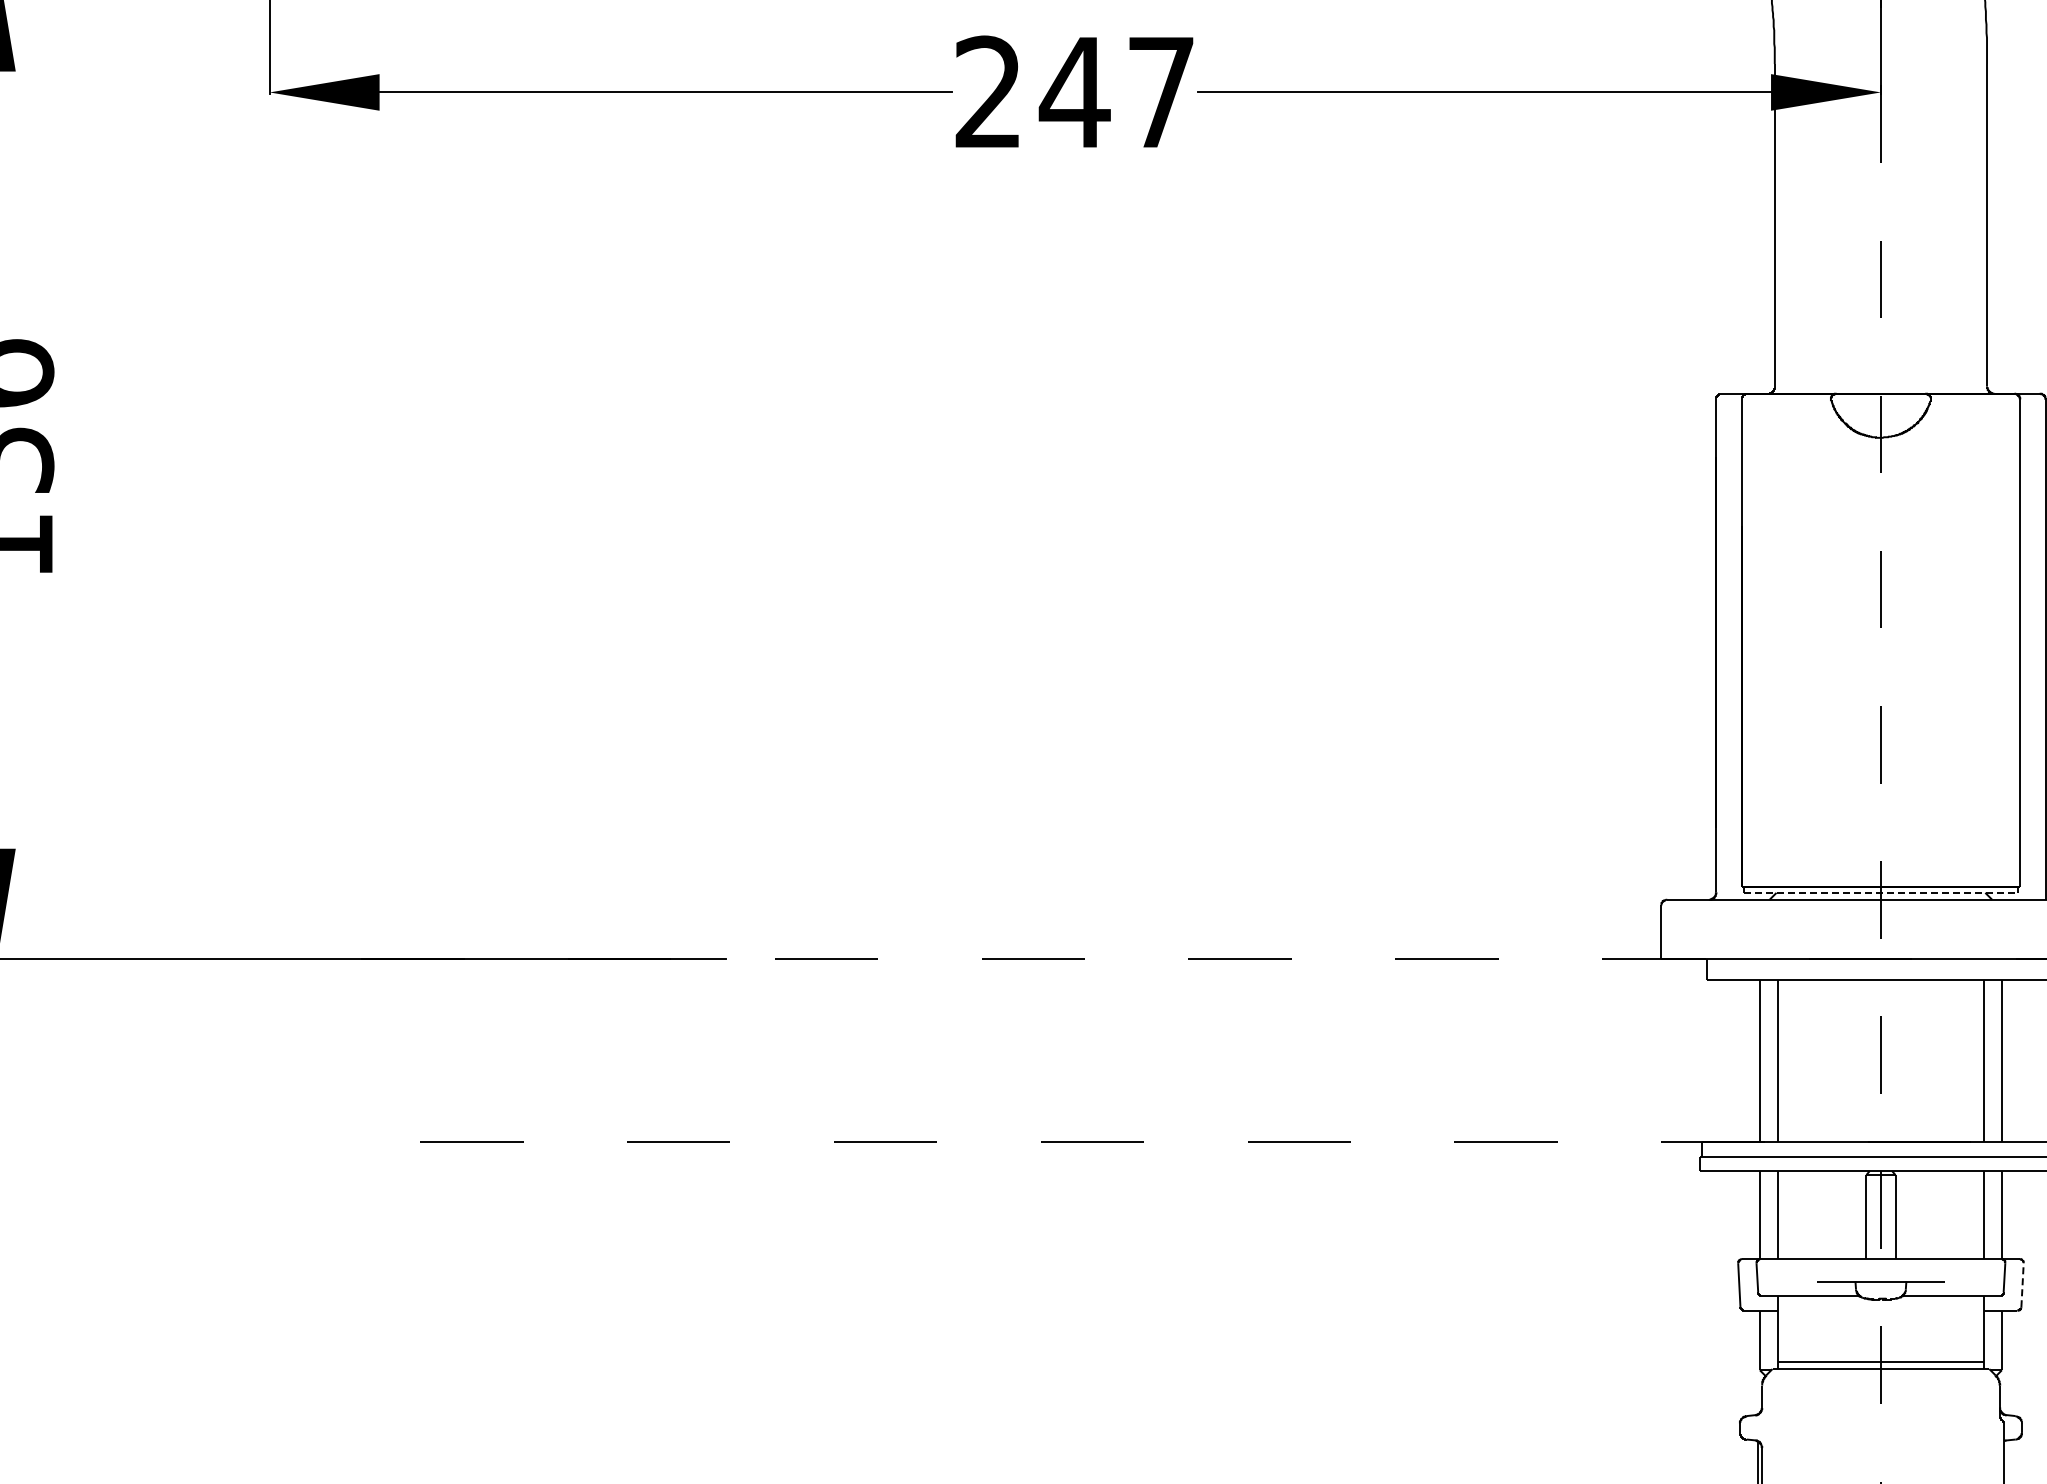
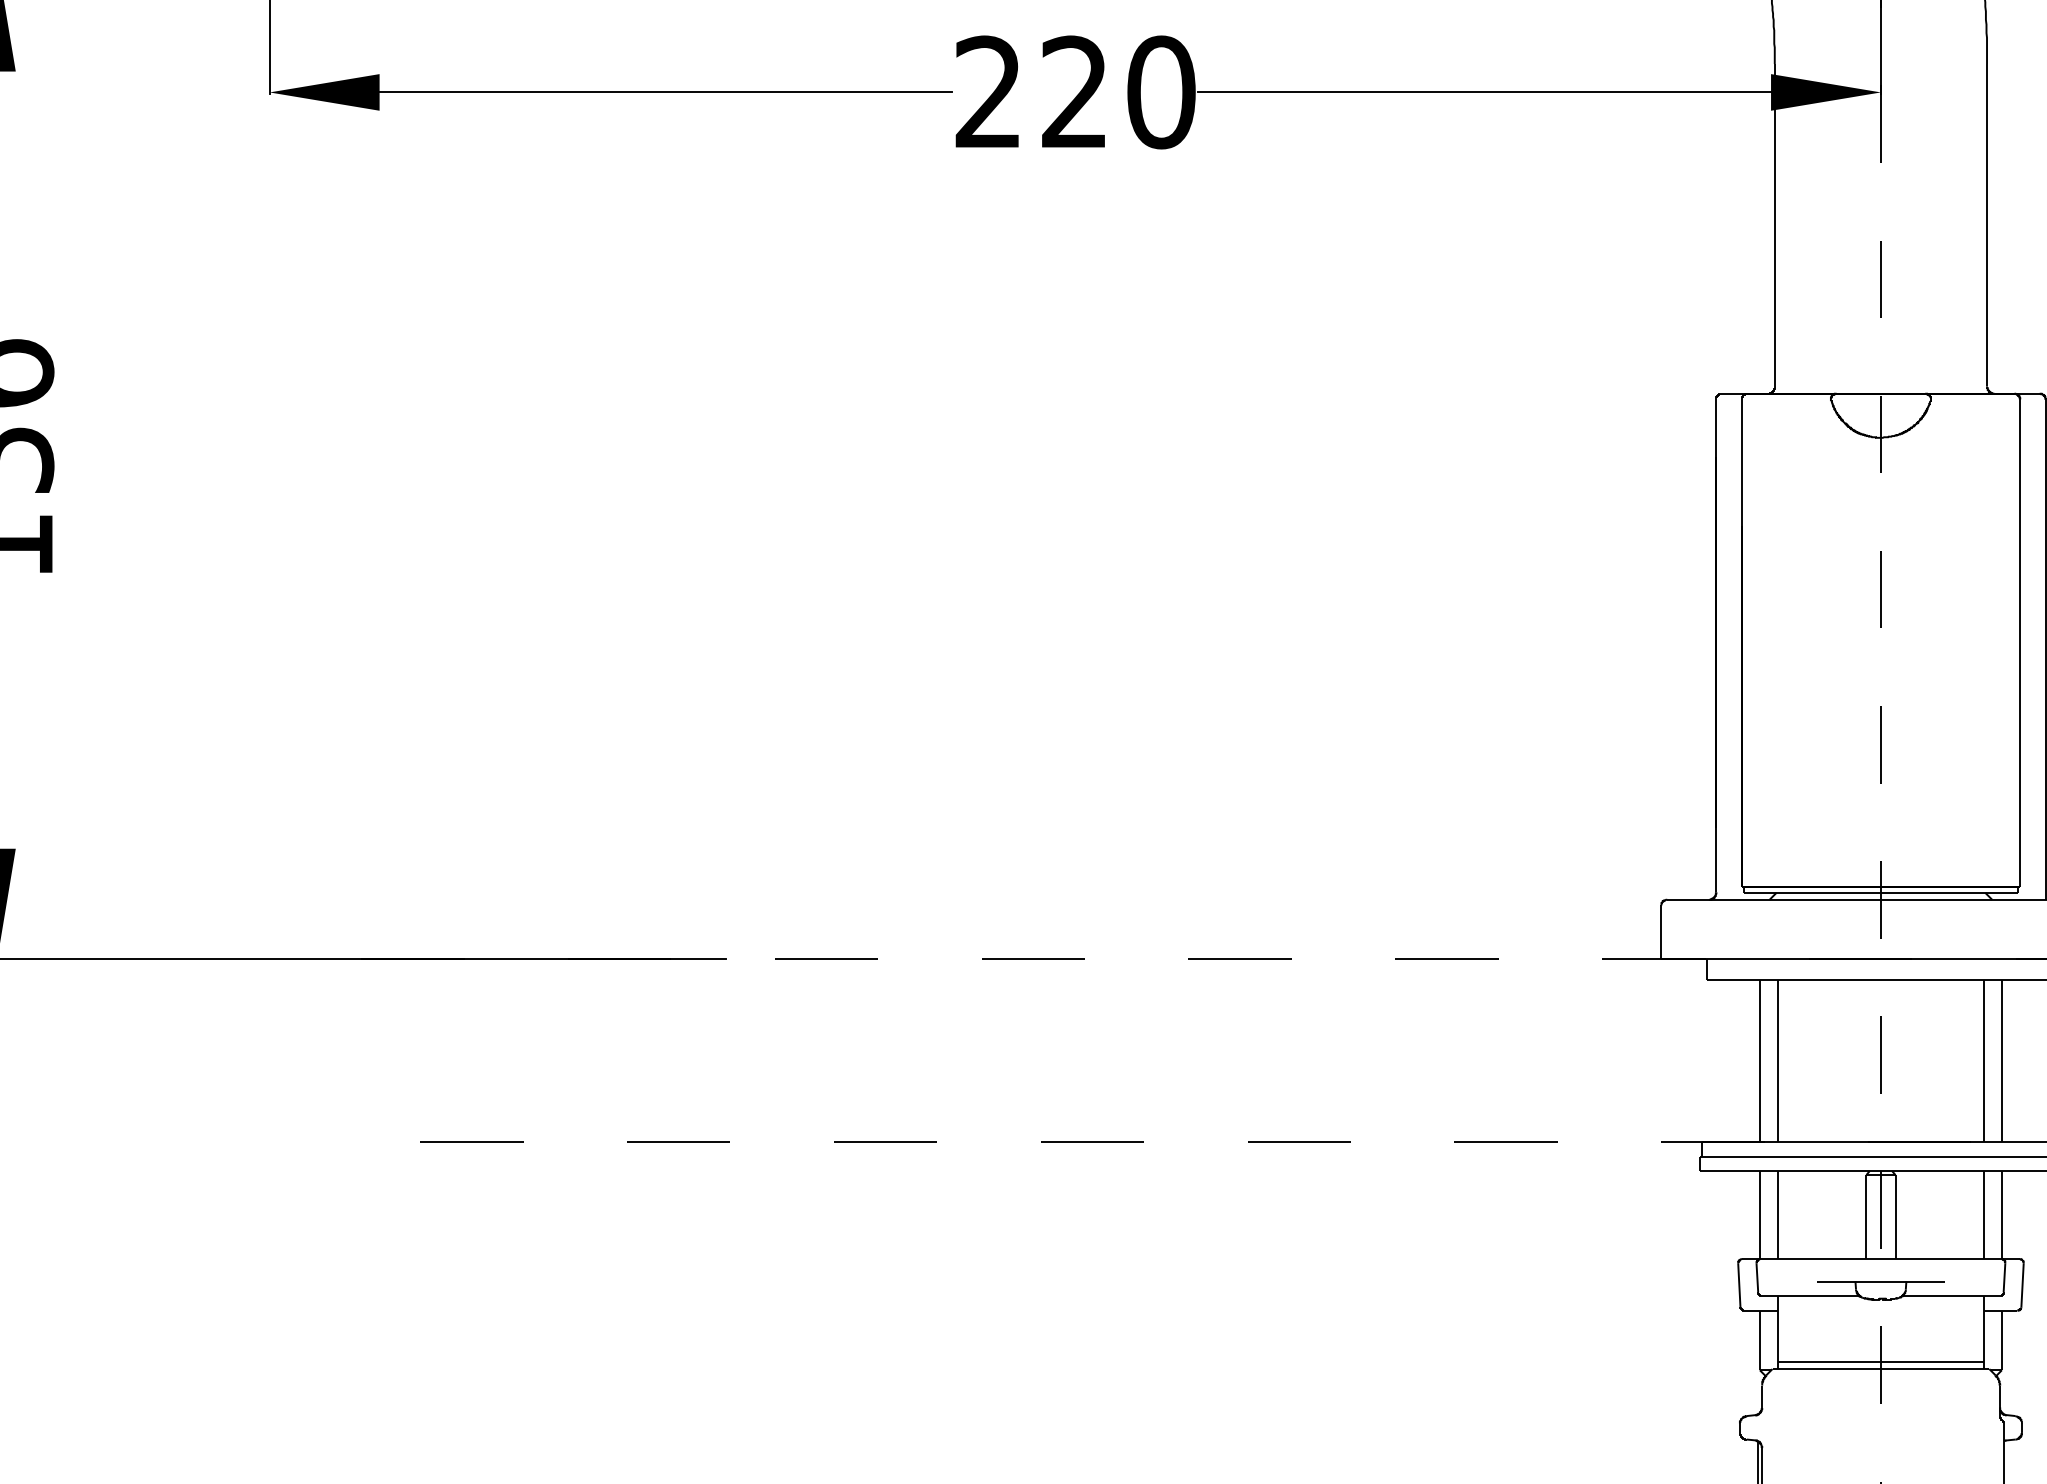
text at (1116, 92): 247 -> 220
line at (1881, 892): dashed -> solid
line at (2022, 1284): dashed -> solid
